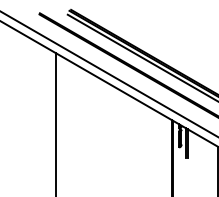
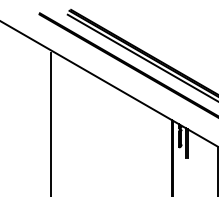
line at (108, 73): present -> none
line at (55, 122) position: (55, 122) -> (50, 122)
